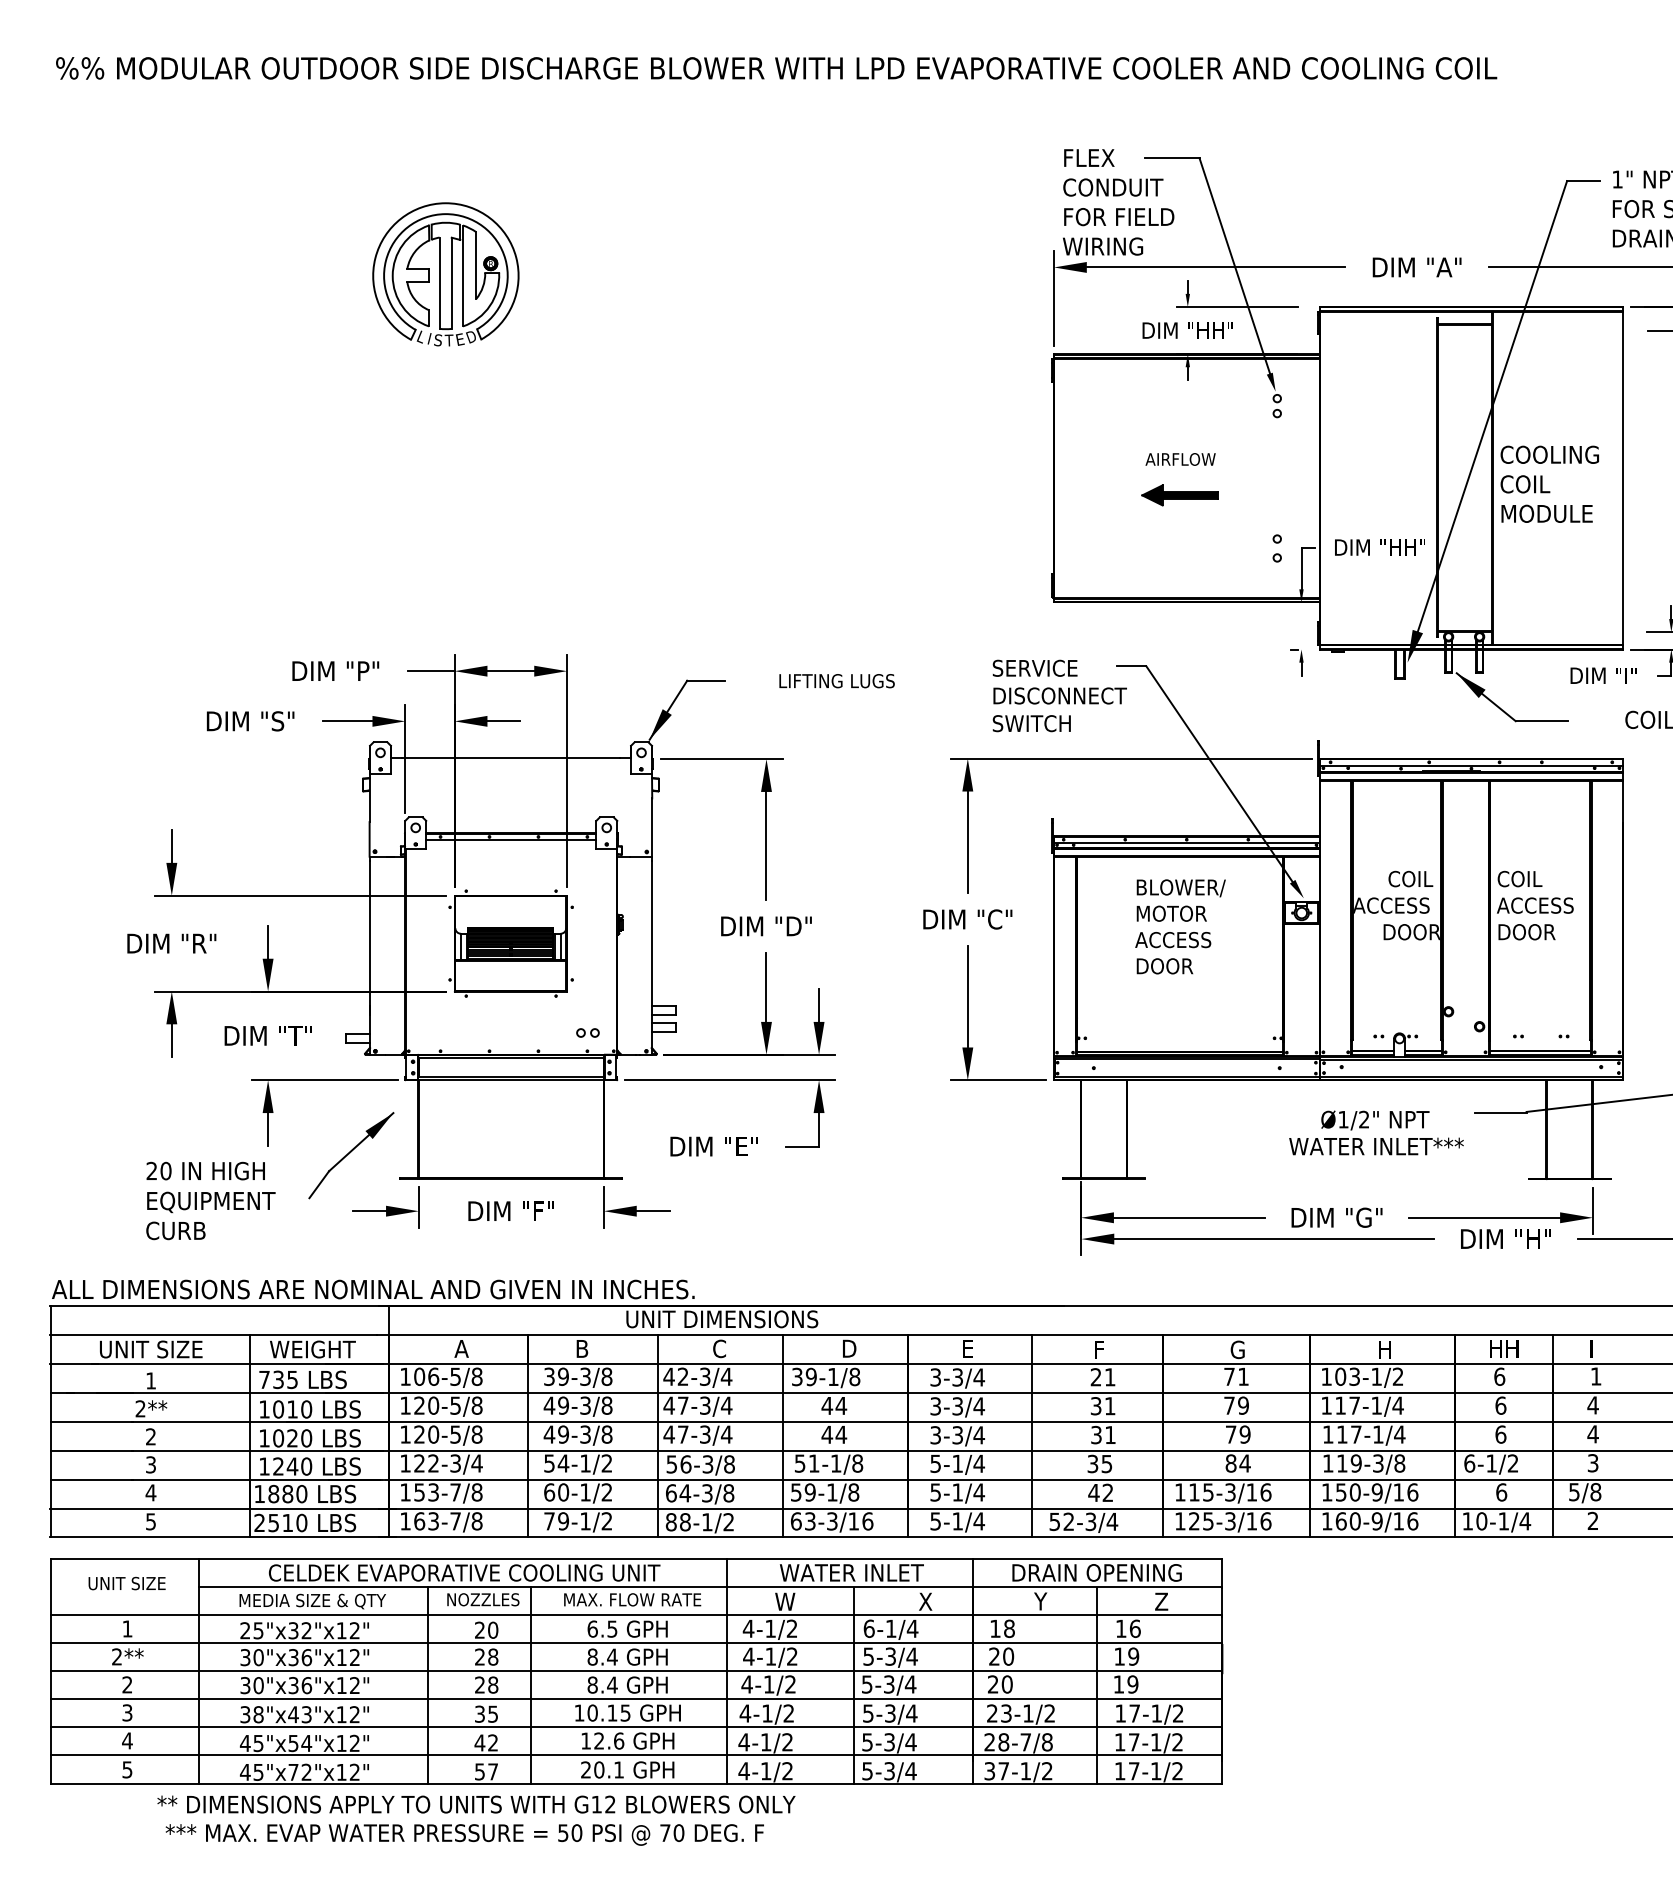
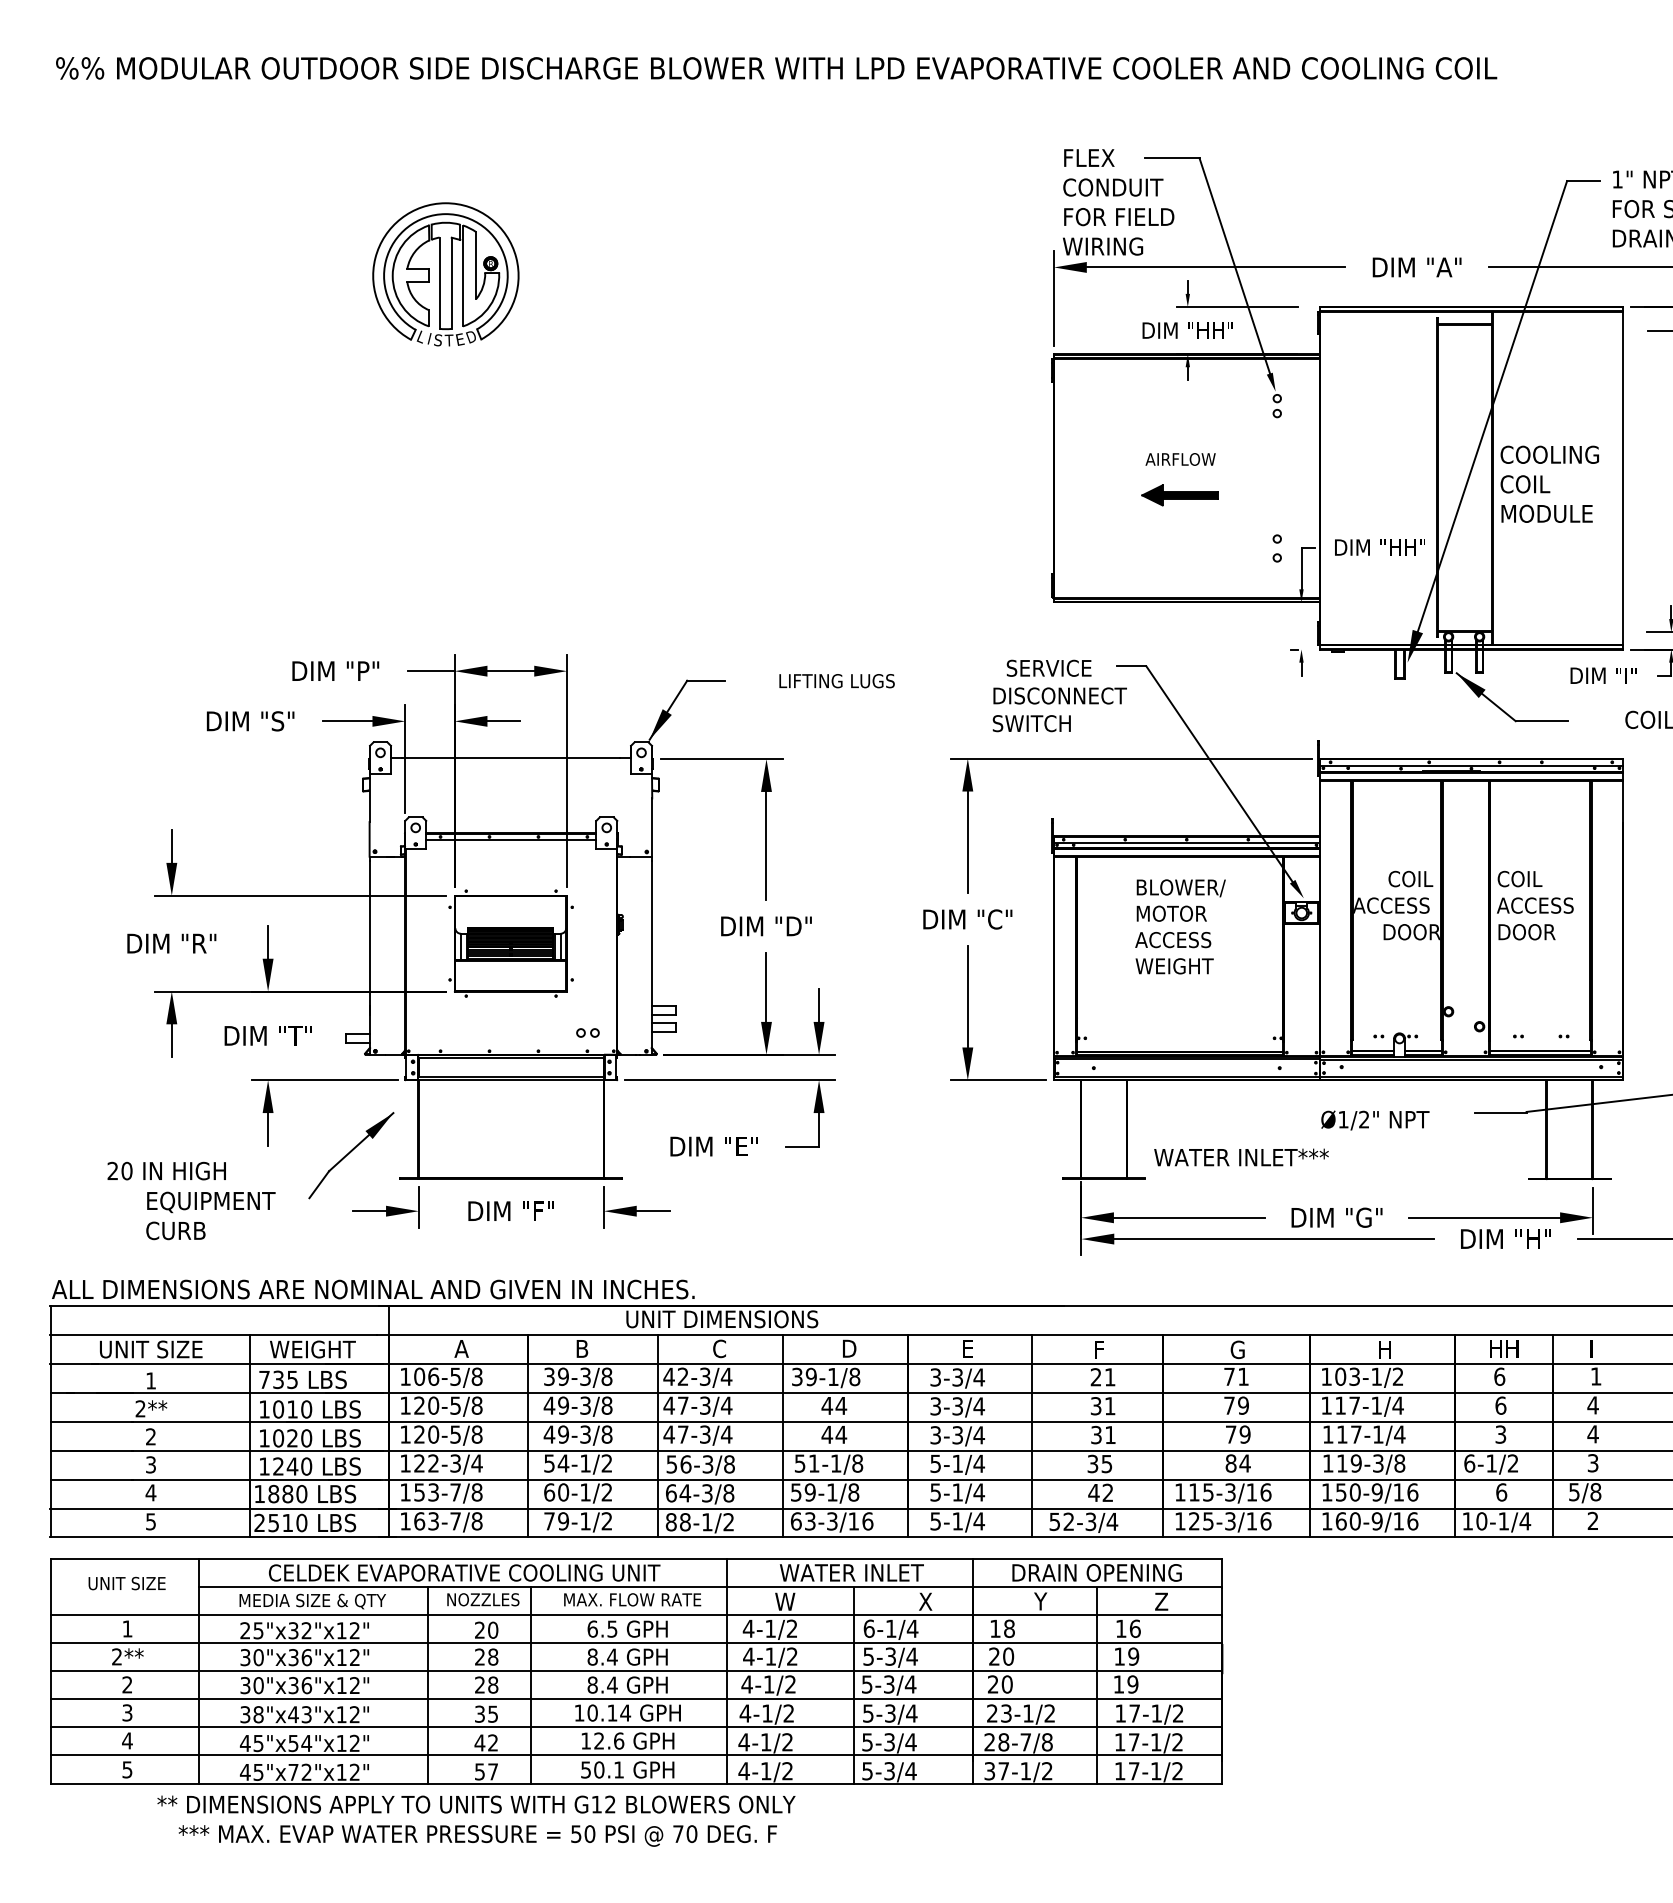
text at (1034, 667) position: (1034, 667) -> (1048, 667)
text at (1174, 966): DOOR -> WEIGHT
text at (1376, 1146) position: (1376, 1146) -> (1241, 1157)
text at (205, 1170) position: (205, 1170) -> (166, 1170)
text at (1500, 1434): 6 -> 3
text at (625, 1712): 10.15 -> 10.14
text at (585, 1769): 20.1 -> 50.1
text at (464, 1834) position: (464, 1834) -> (477, 1835)
